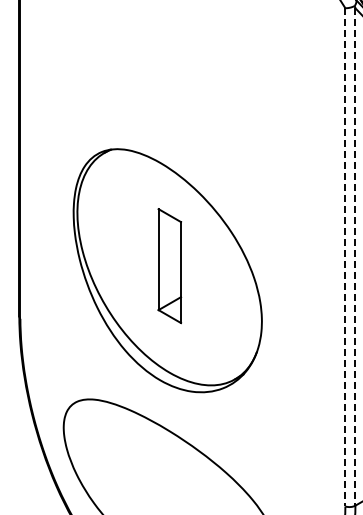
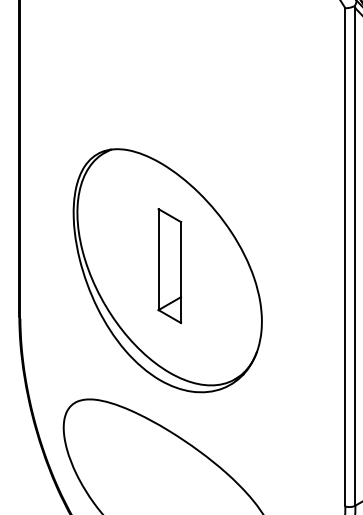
line at (355, 256): dashed -> solid
line at (345, 257): dashed -> solid
